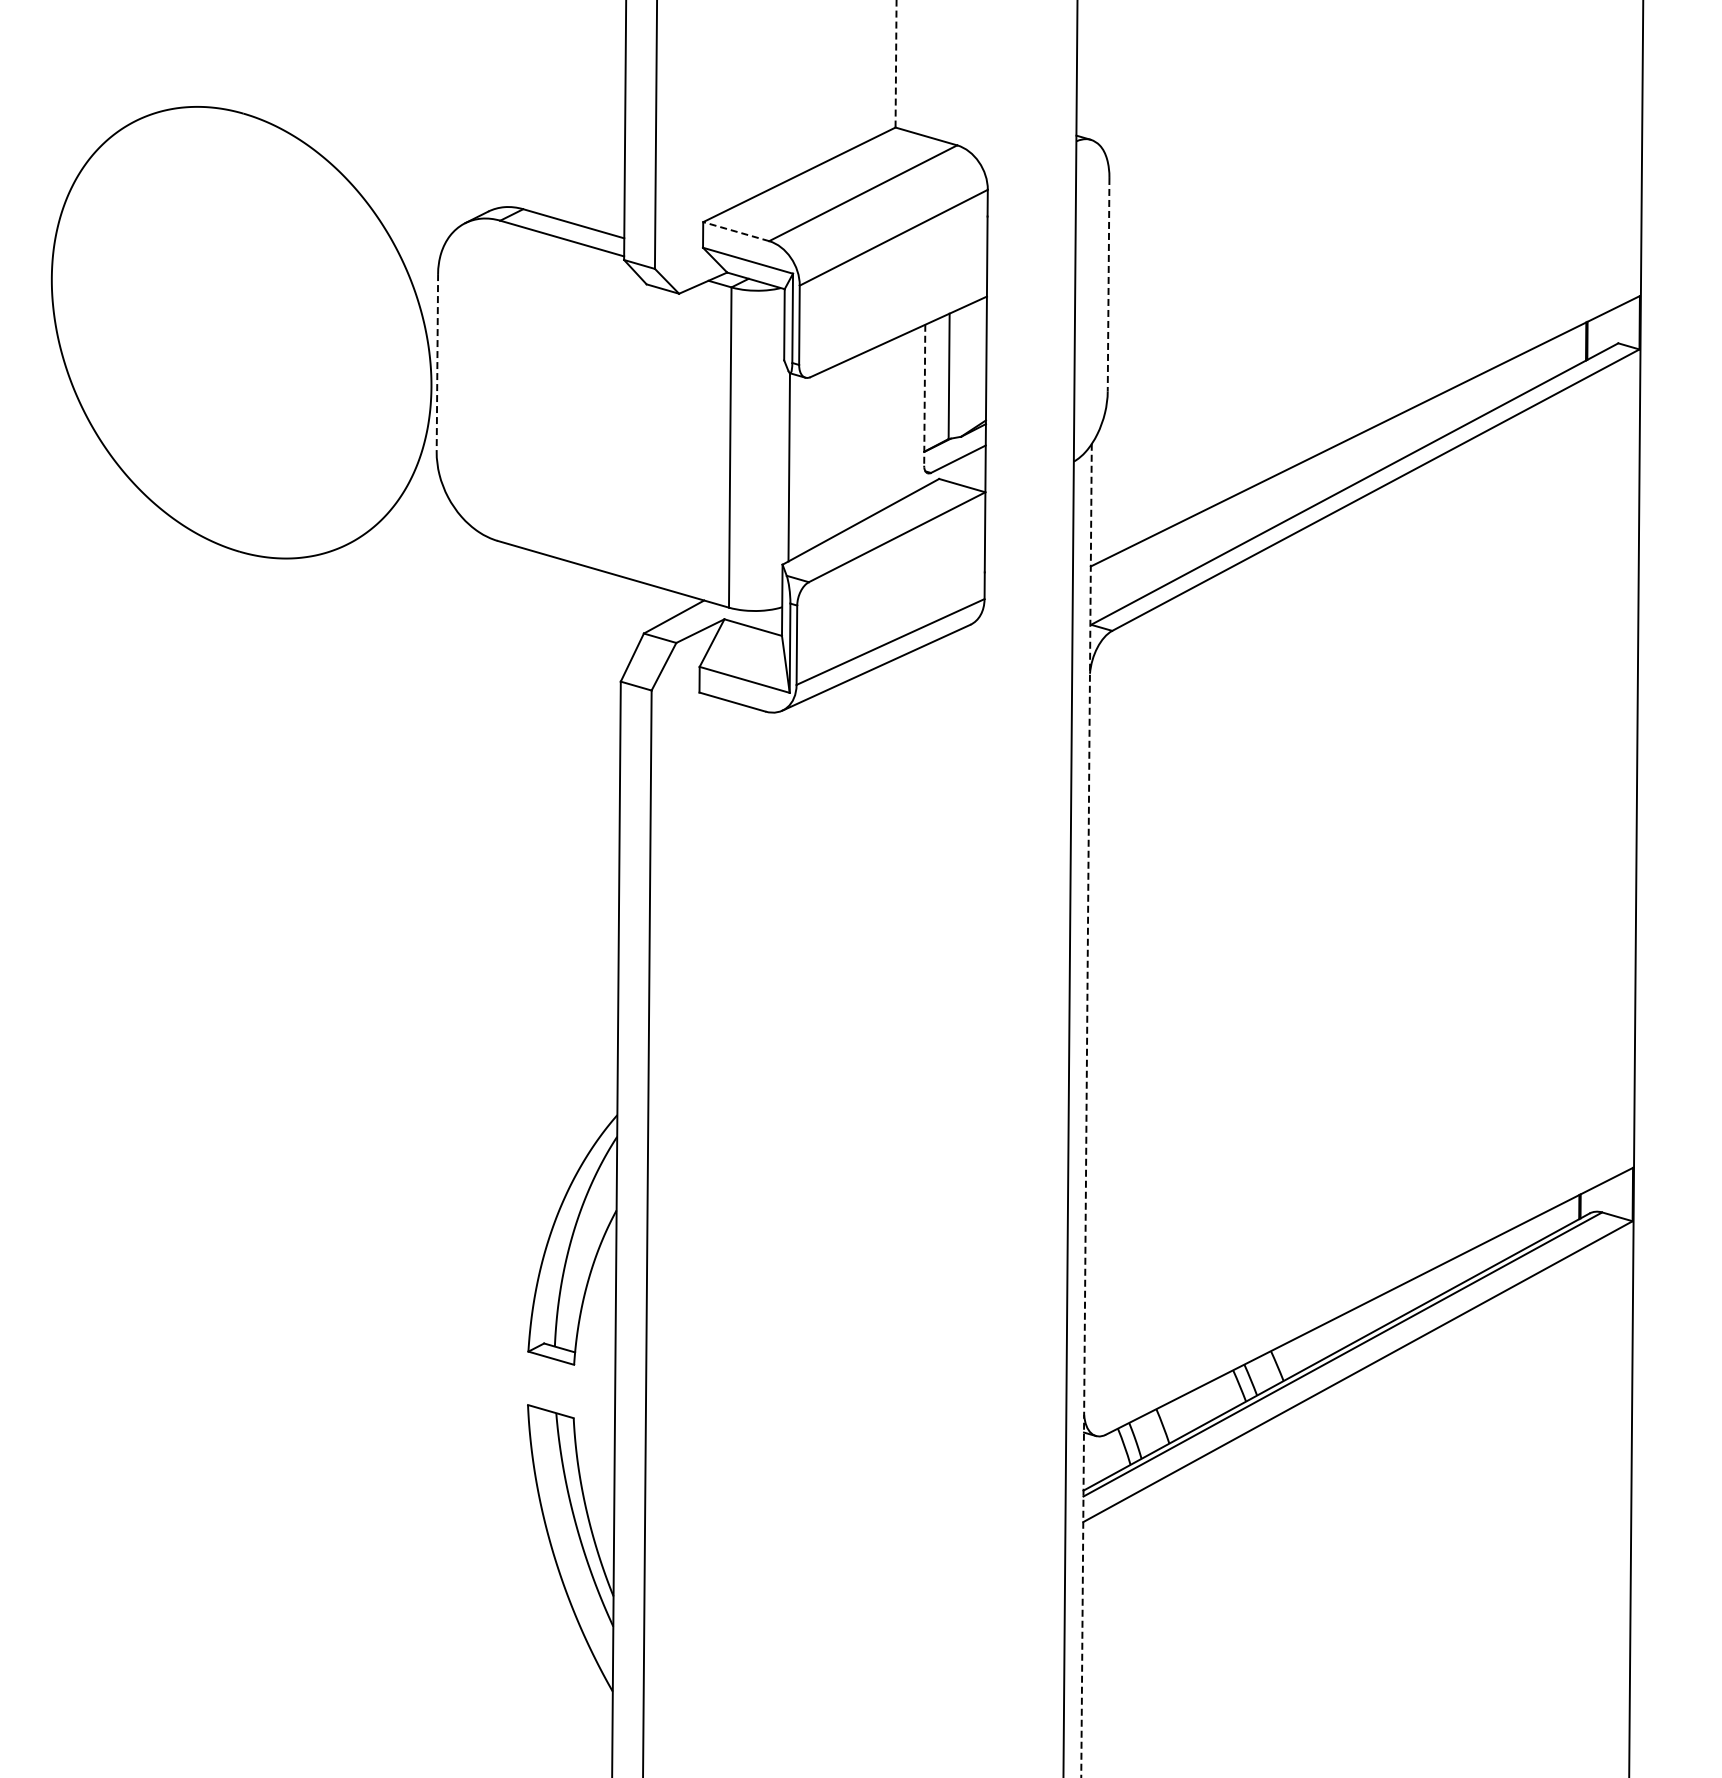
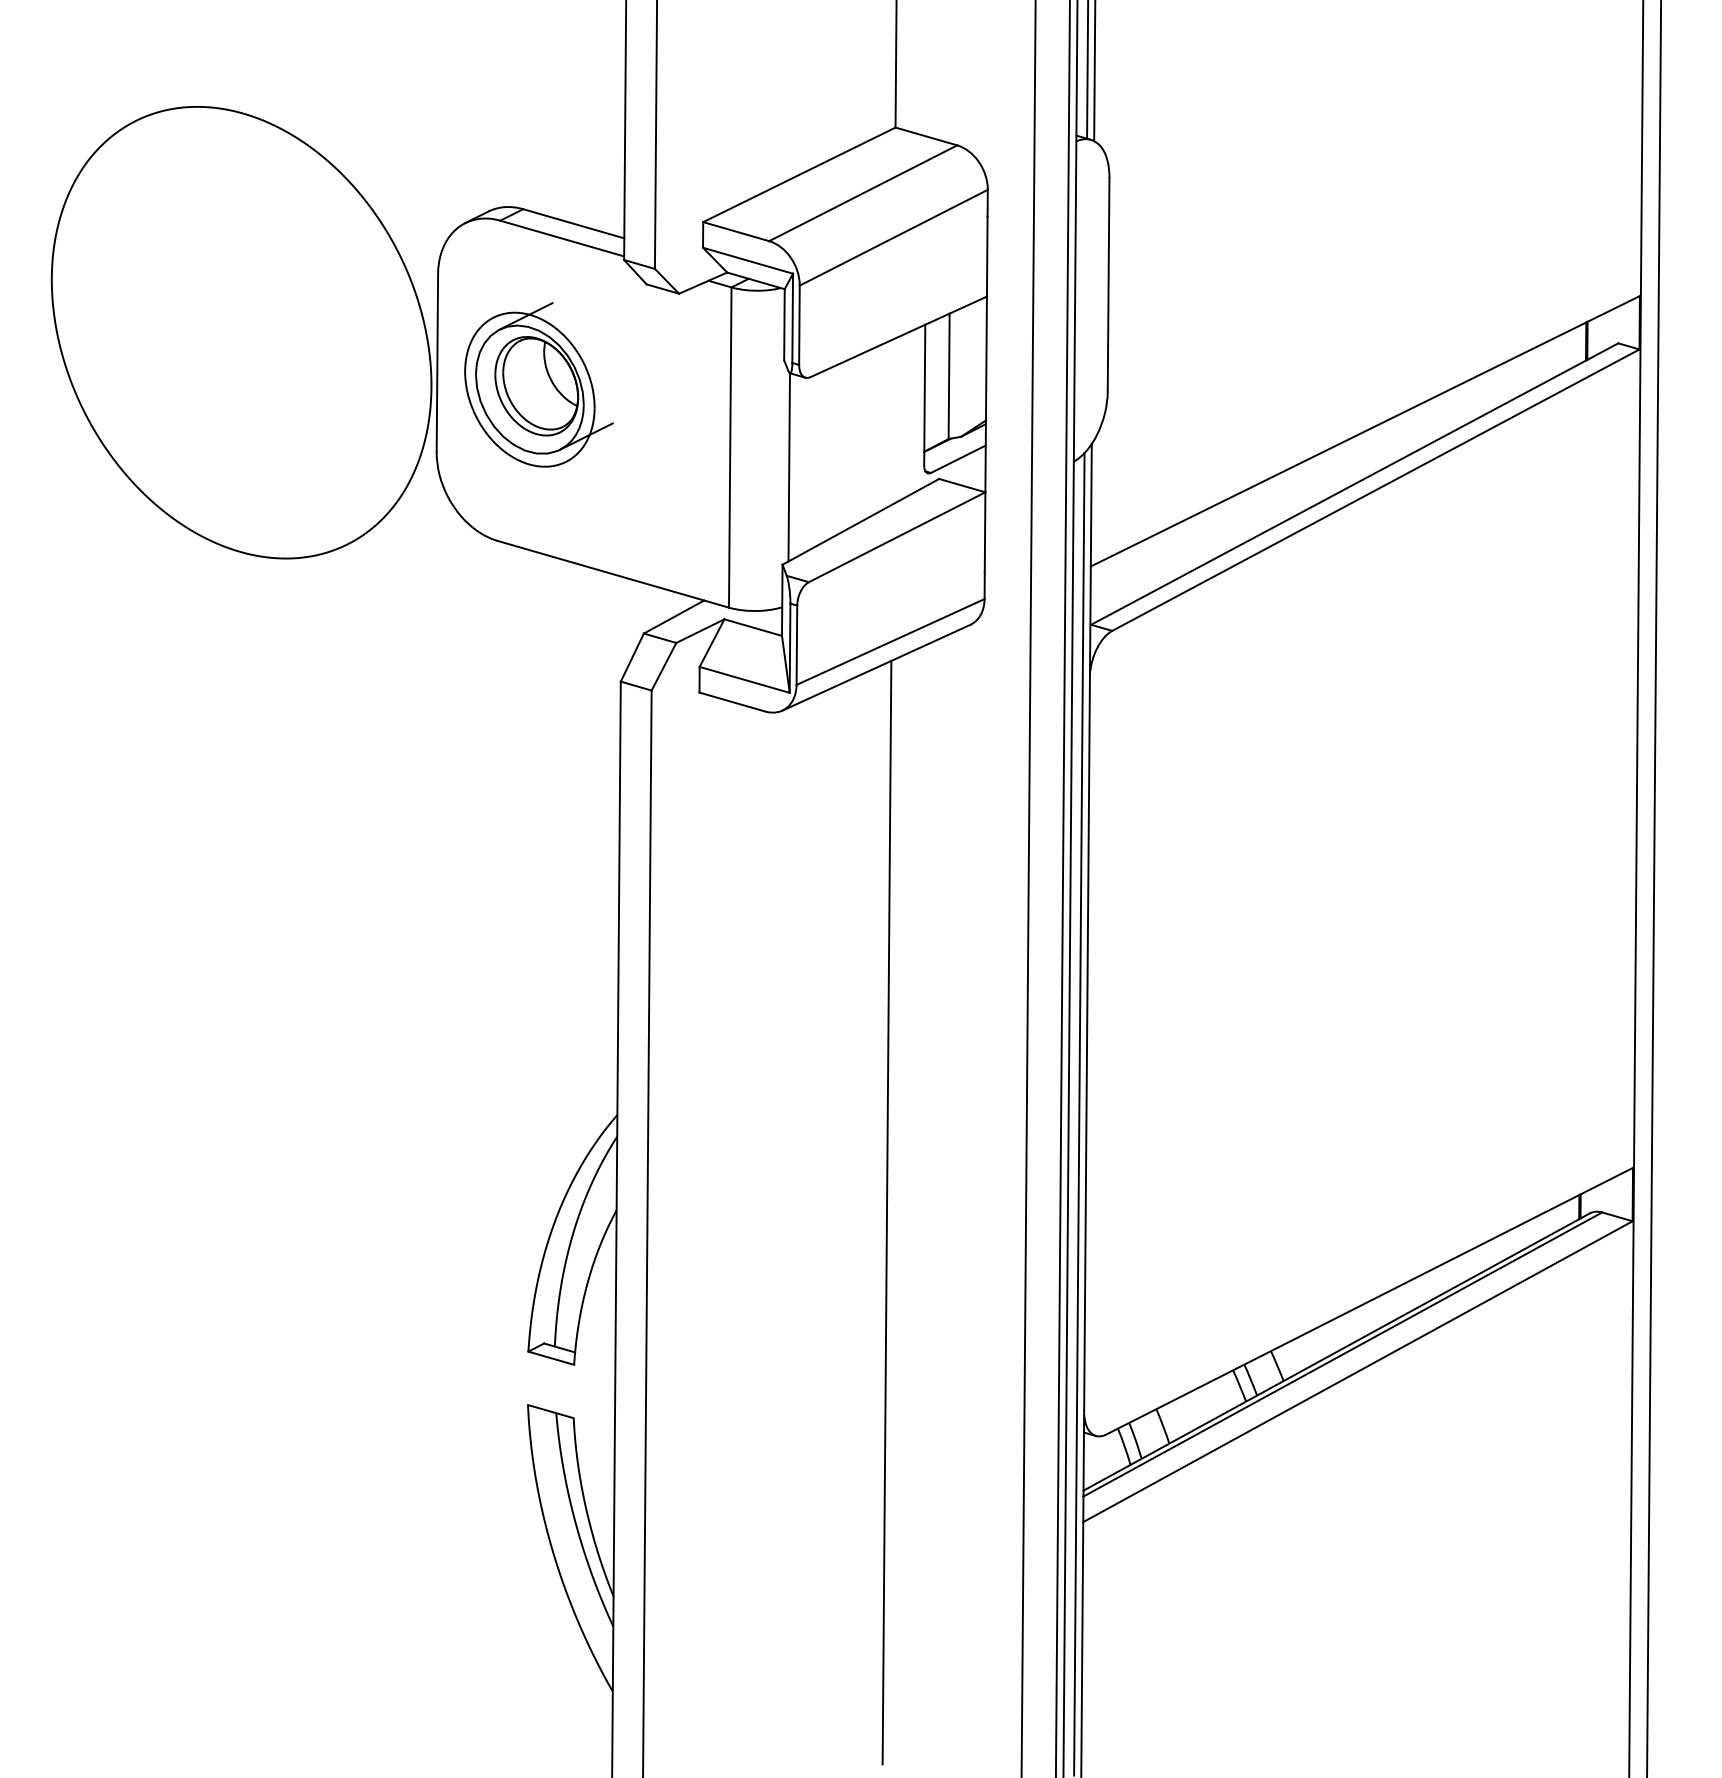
line at (896, 63): dashed -> solid
line at (1087, 70): none -> present
line at (1094, 71): none -> present
line at (735, 231): dashed -> solid
line at (1108, 284): dashed -> solid
line at (437, 363): dashed -> solid
part at (538, 384): none -> present
line at (924, 395): dashed -> solid
line at (1028, 888): none -> present
line at (1062, 888): none -> present
line at (1654, 888): none -> present
line at (1086, 1110): dashed -> solid
line at (1079, 1113): none -> present
line at (886, 1212): none -> present
